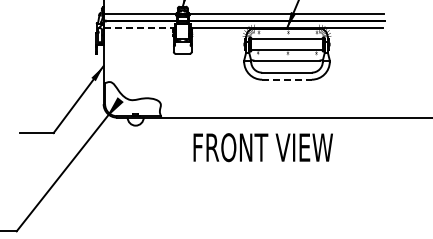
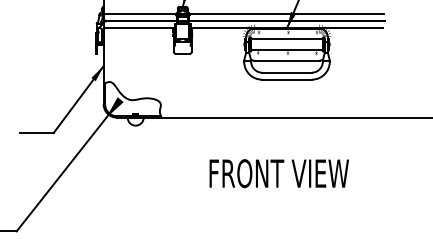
line at (139, 27): dashed -> solid
line at (287, 79): dashed -> solid
text at (262, 147) position: (262, 147) -> (278, 173)
